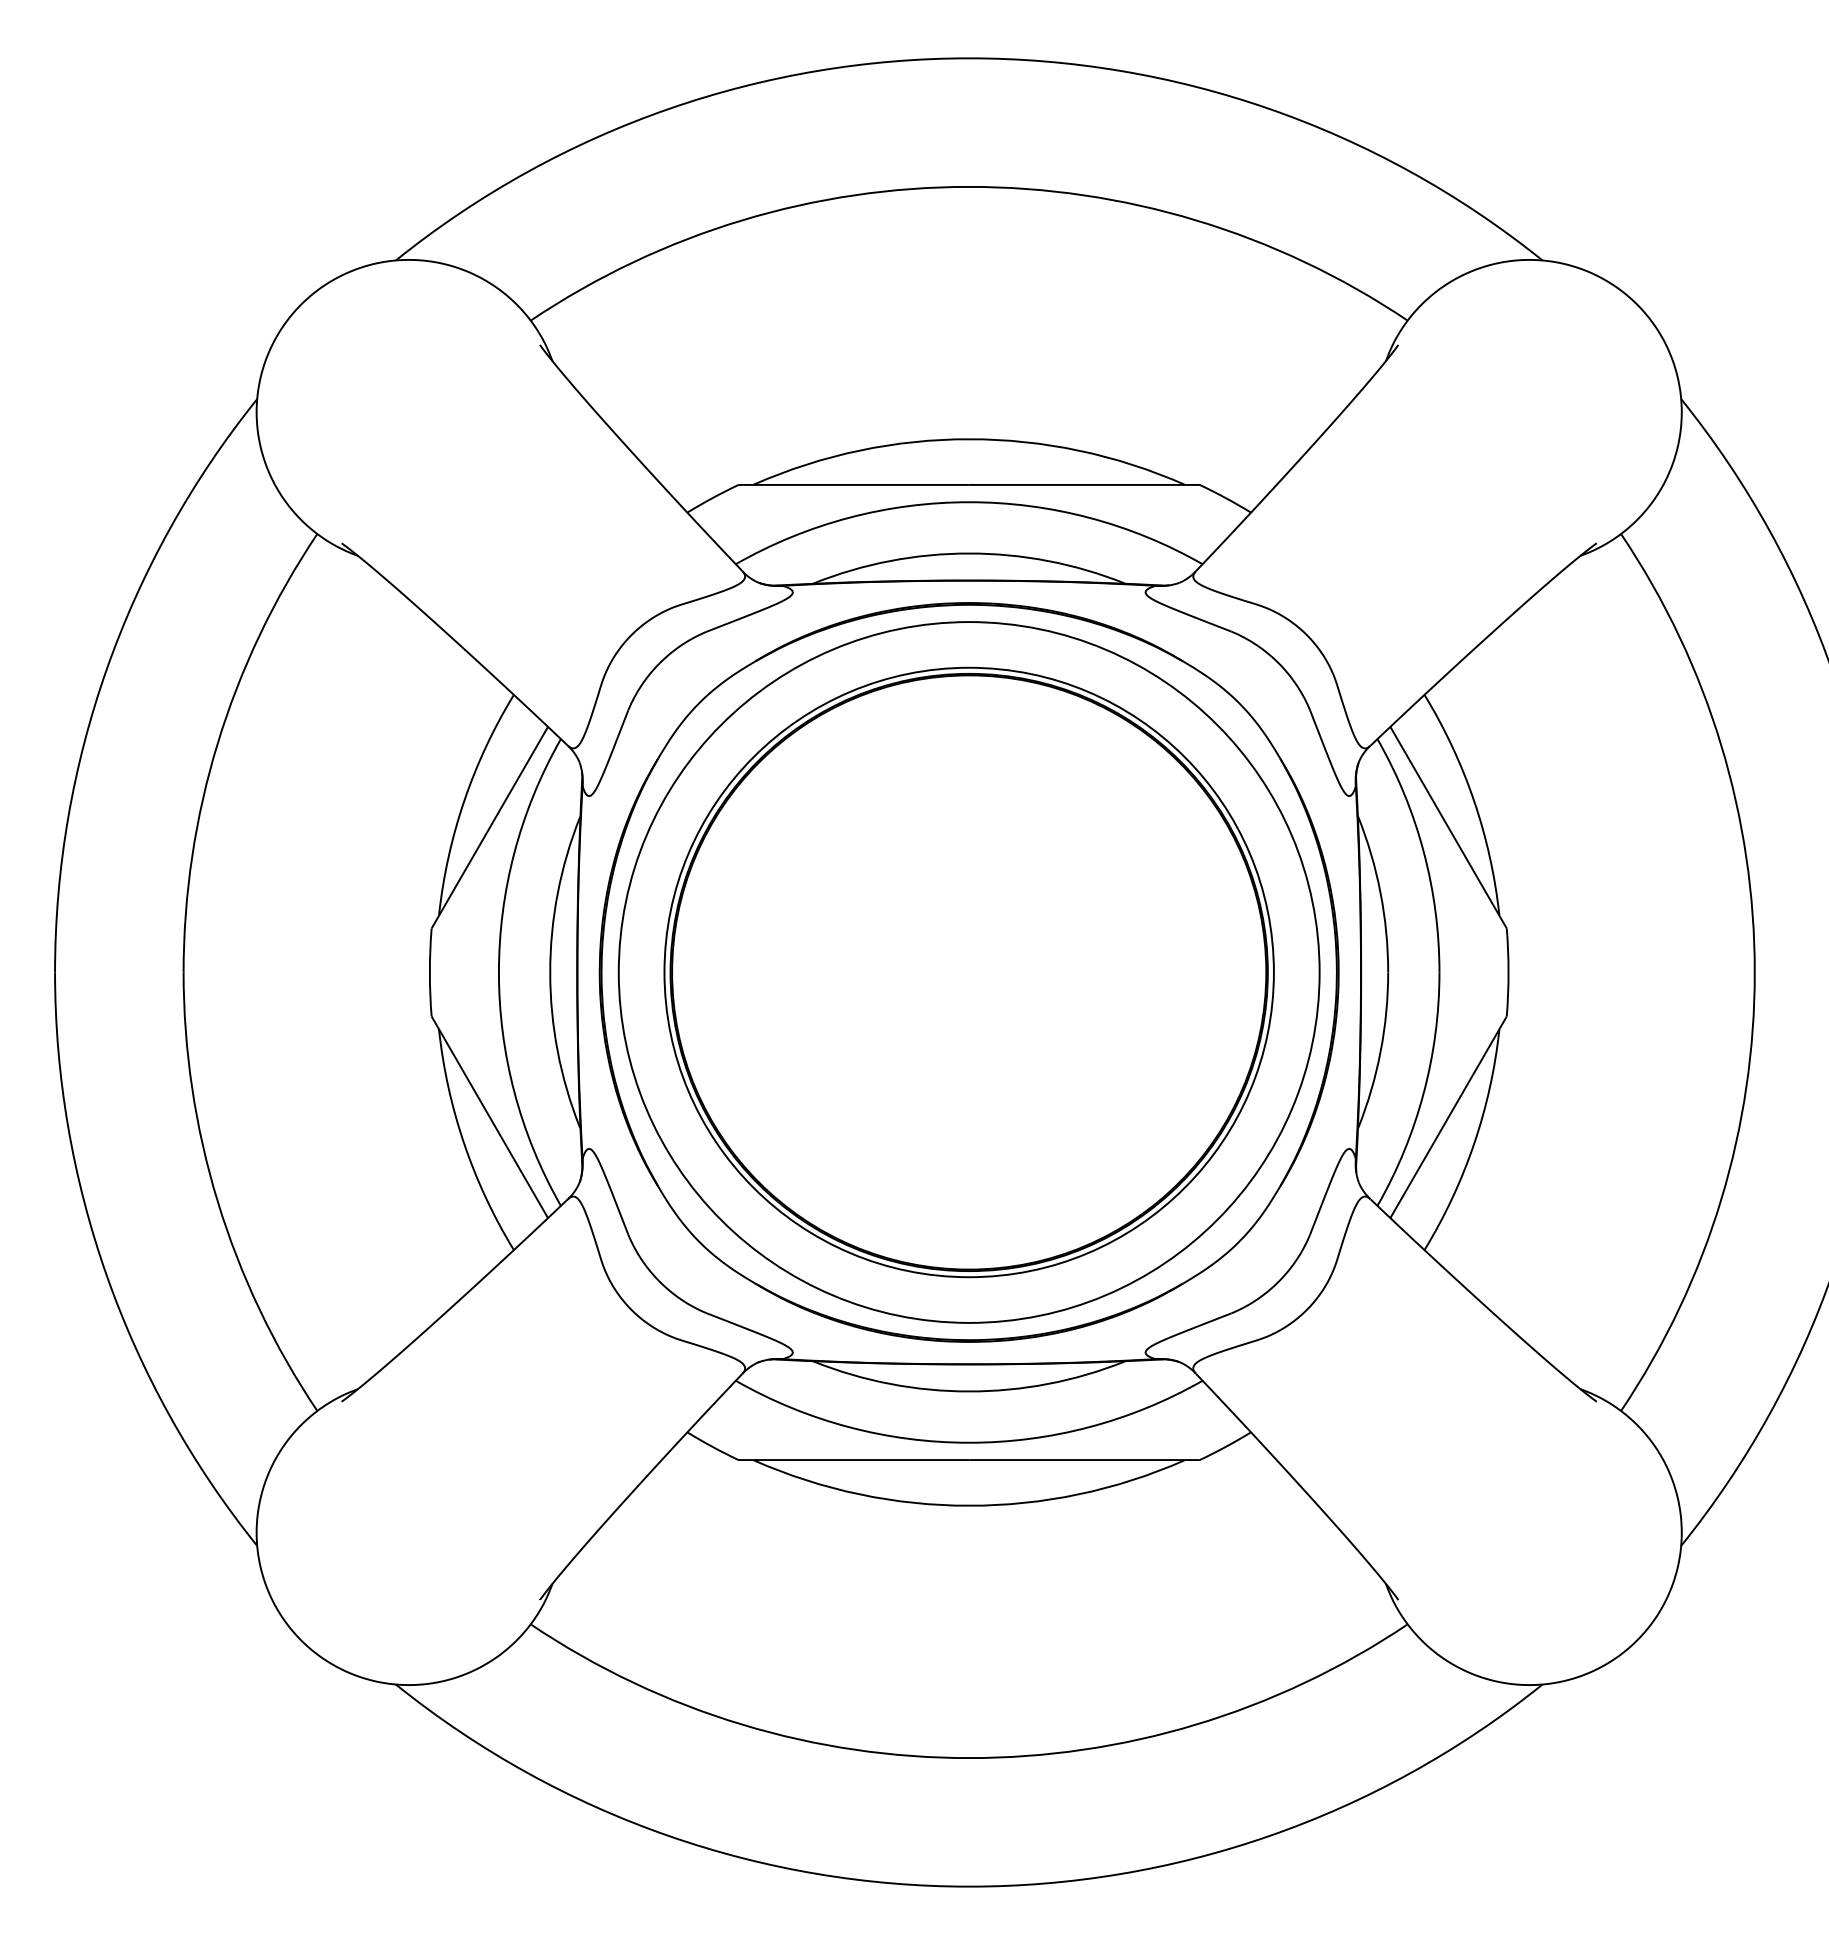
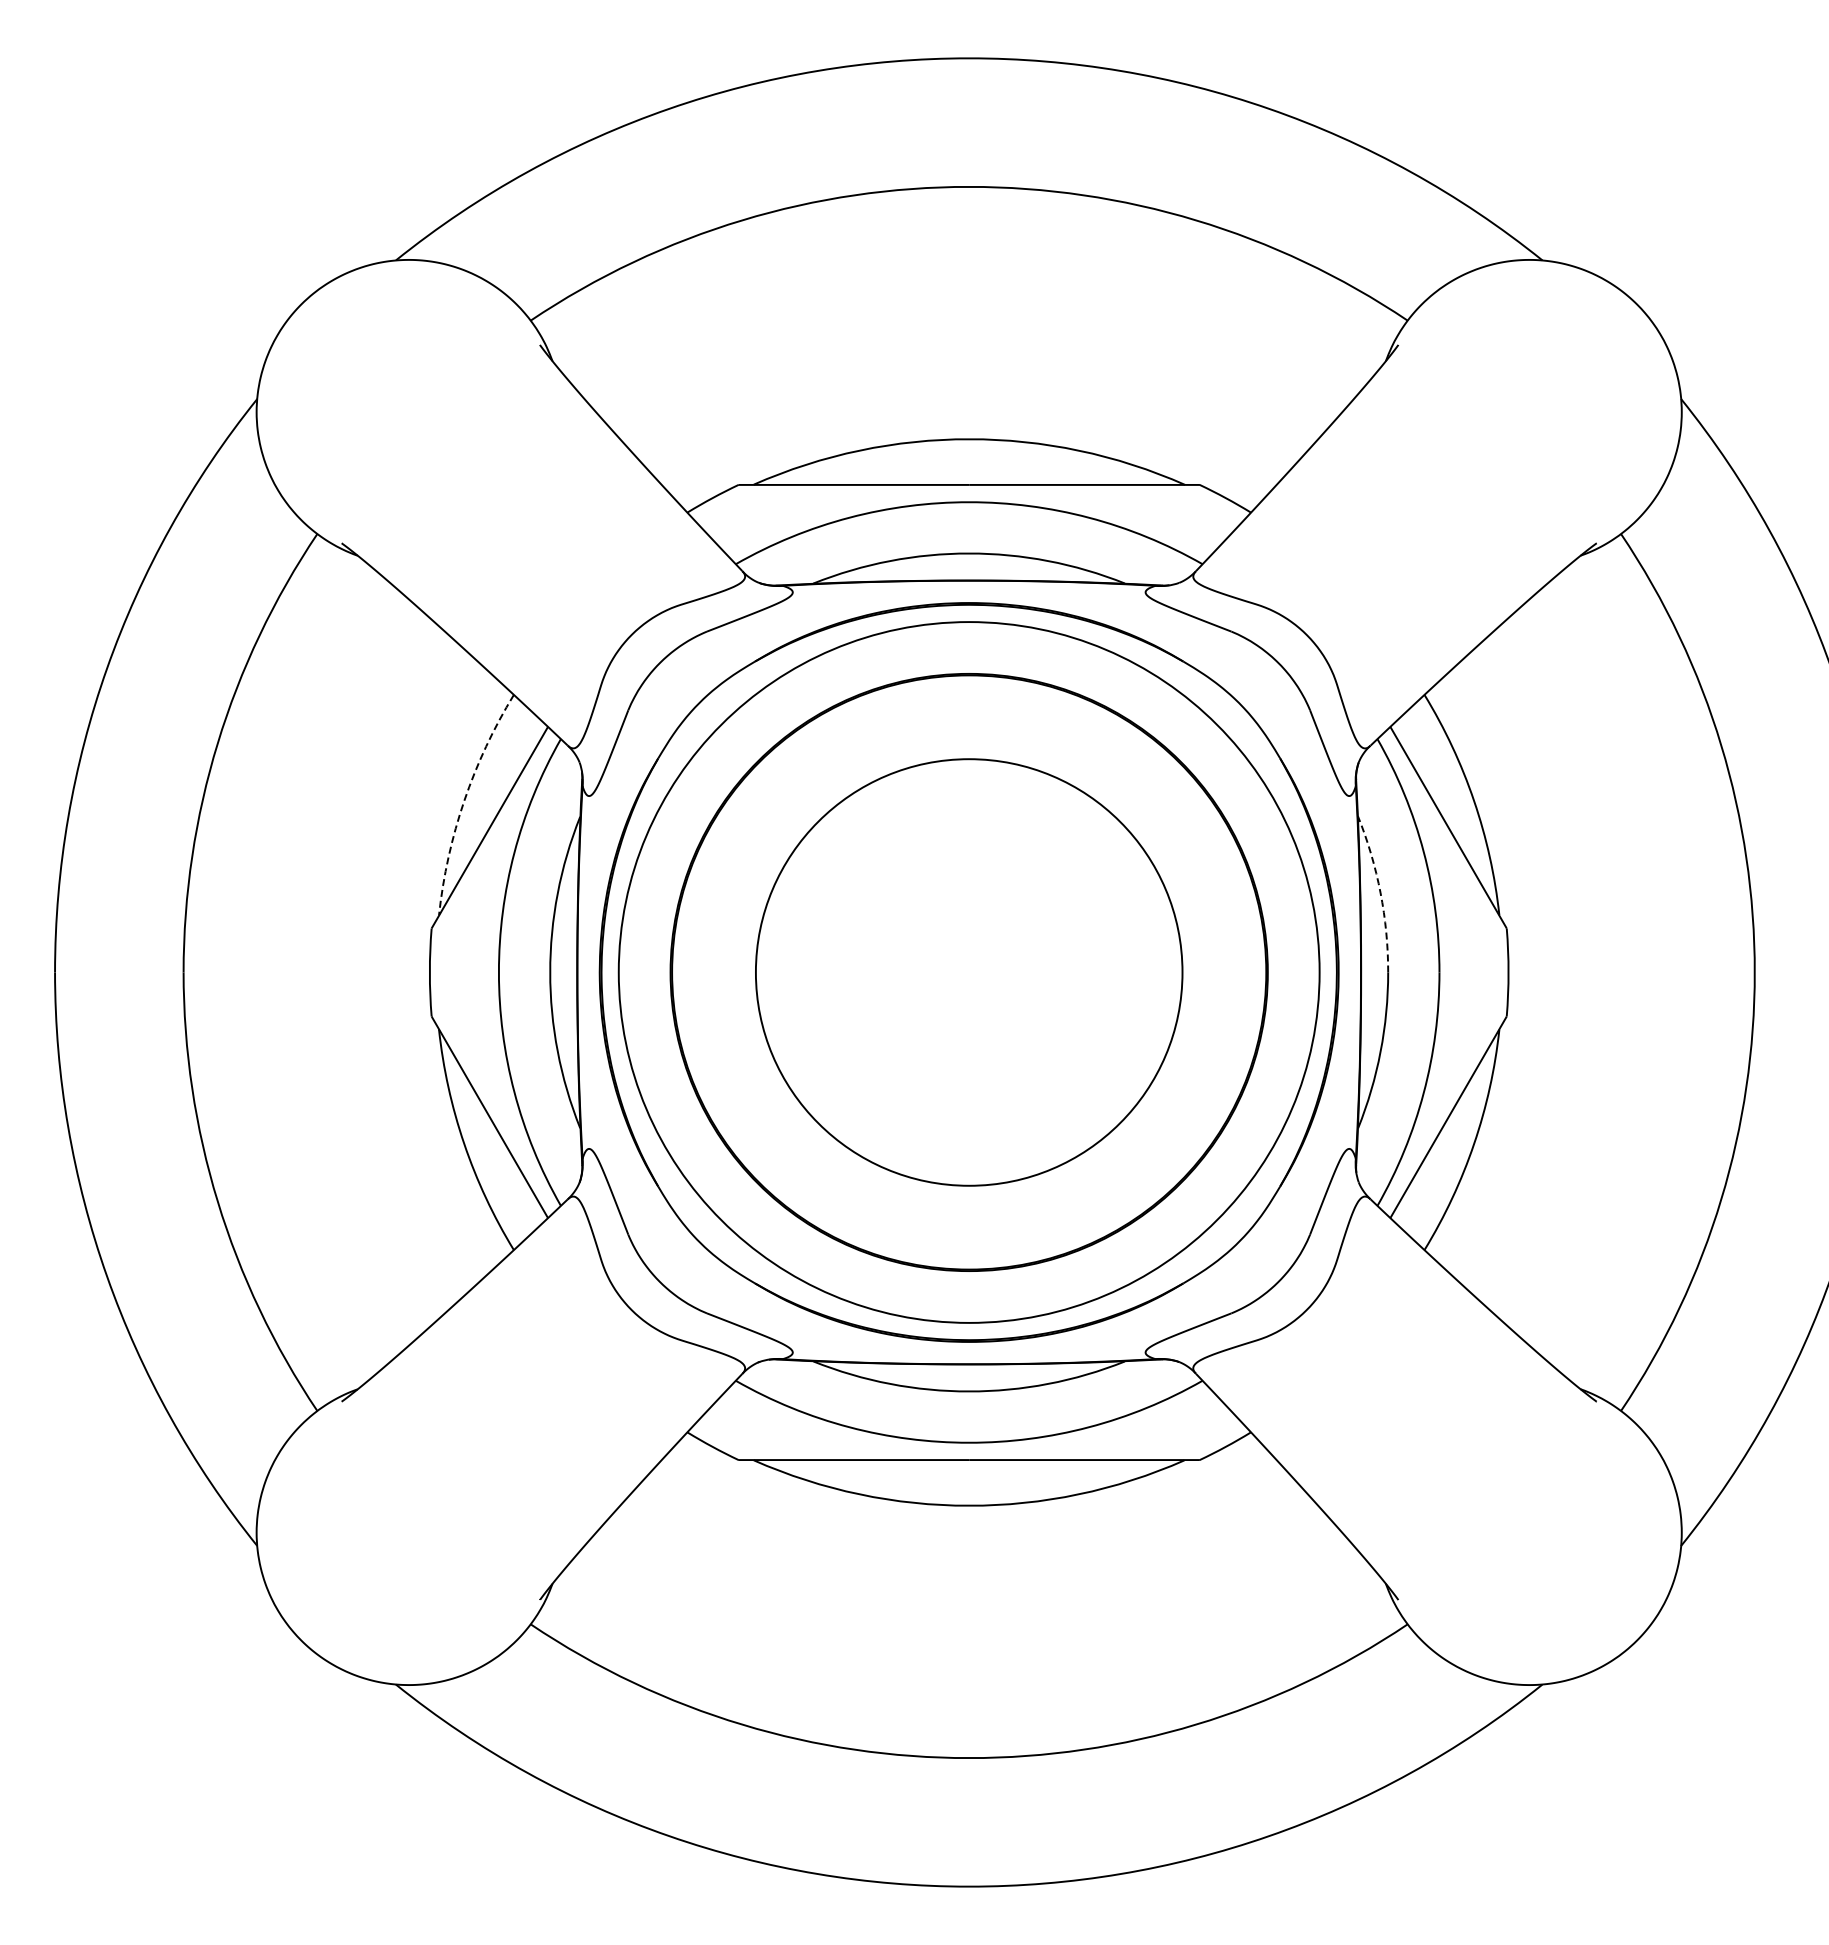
arc at (464, 800): solid -> dashed
arc at (1380, 893): solid -> dashed
circle at (968, 972) diameter: 609 px -> 427 px
